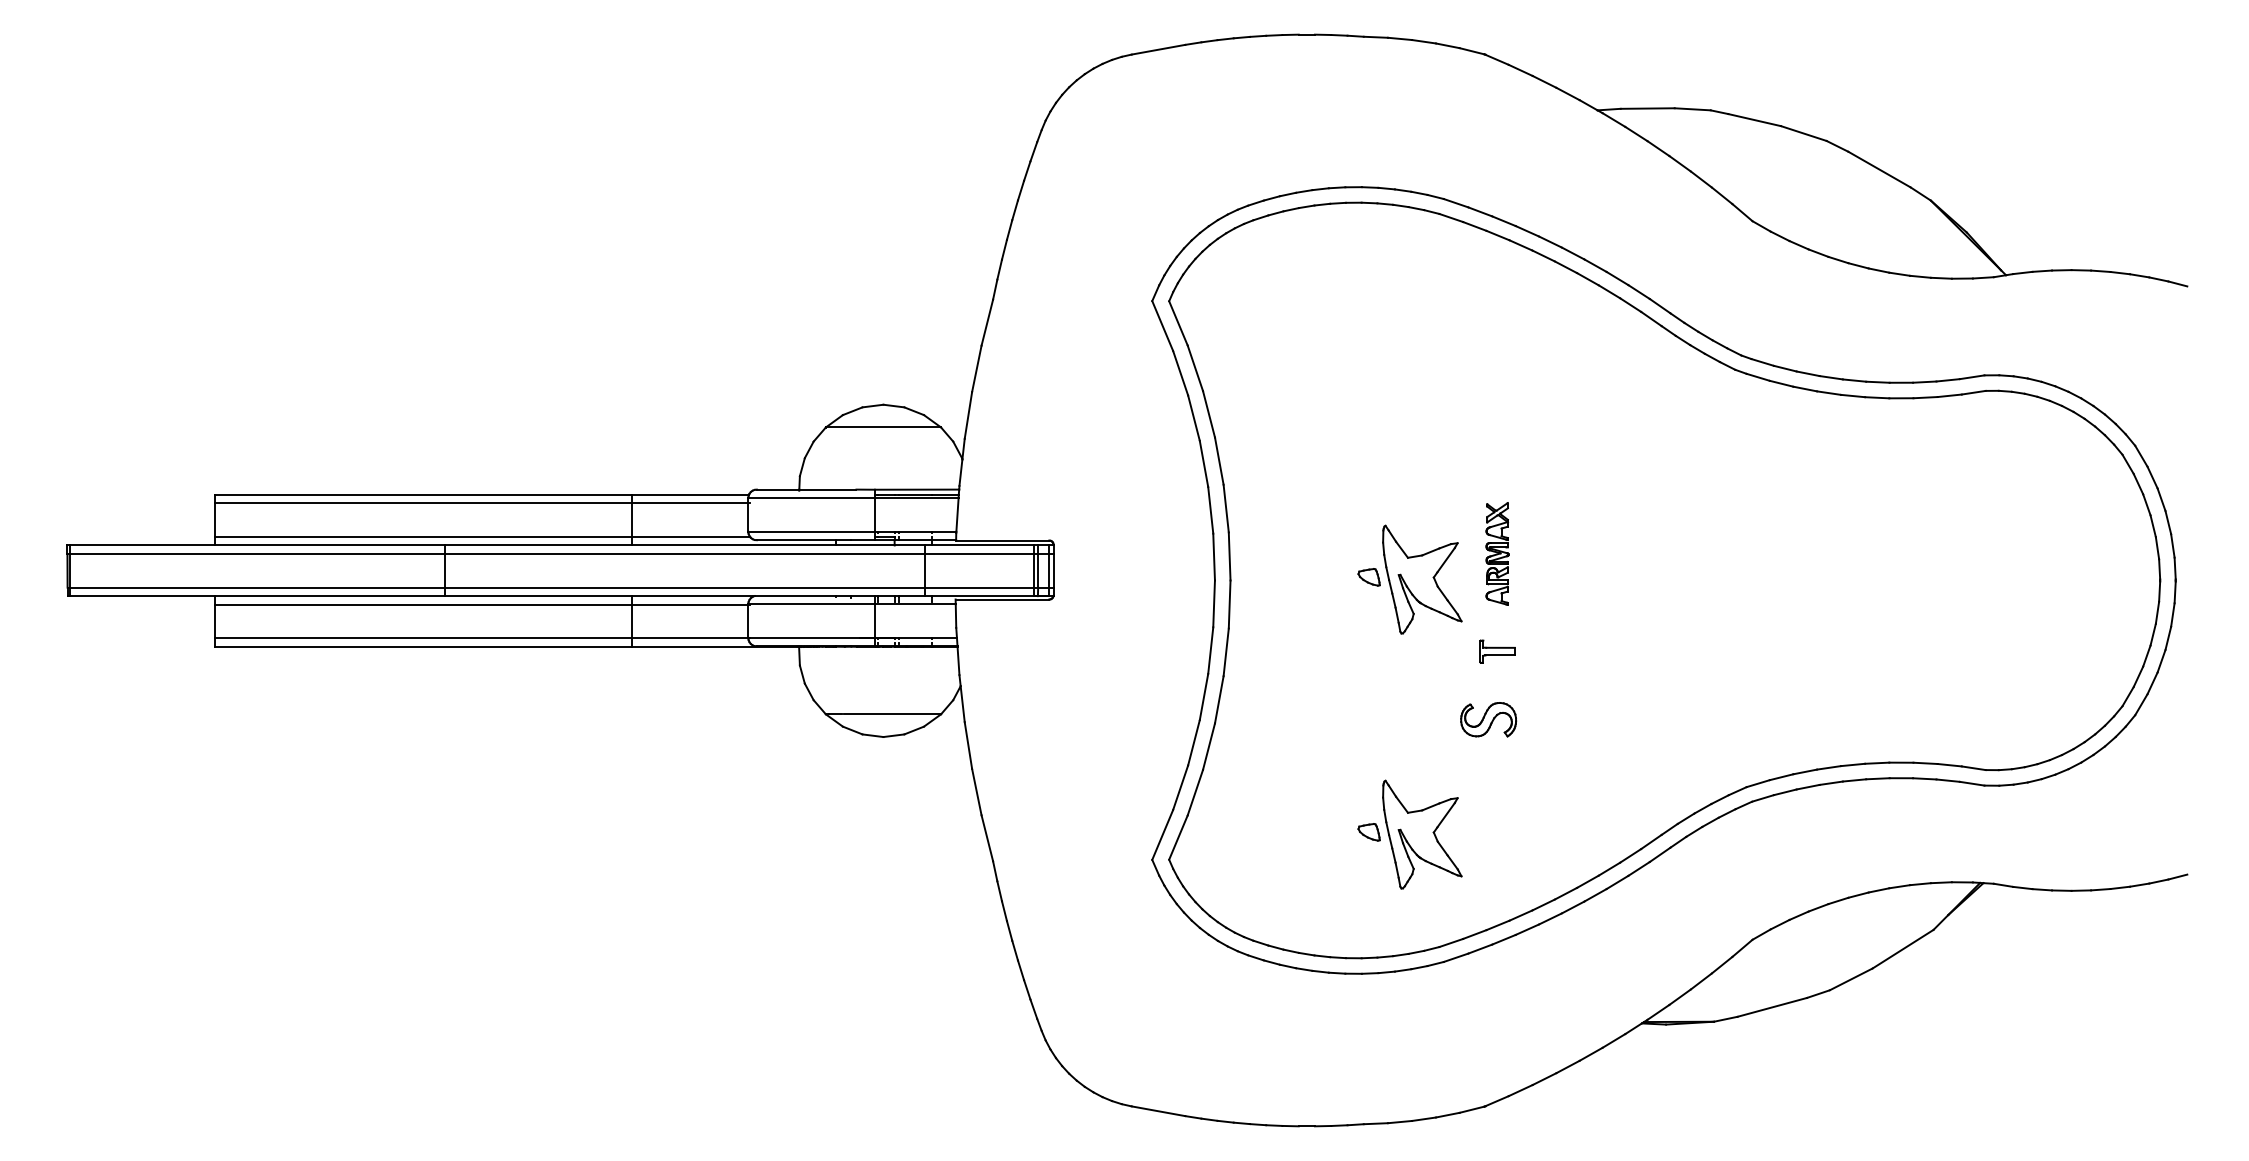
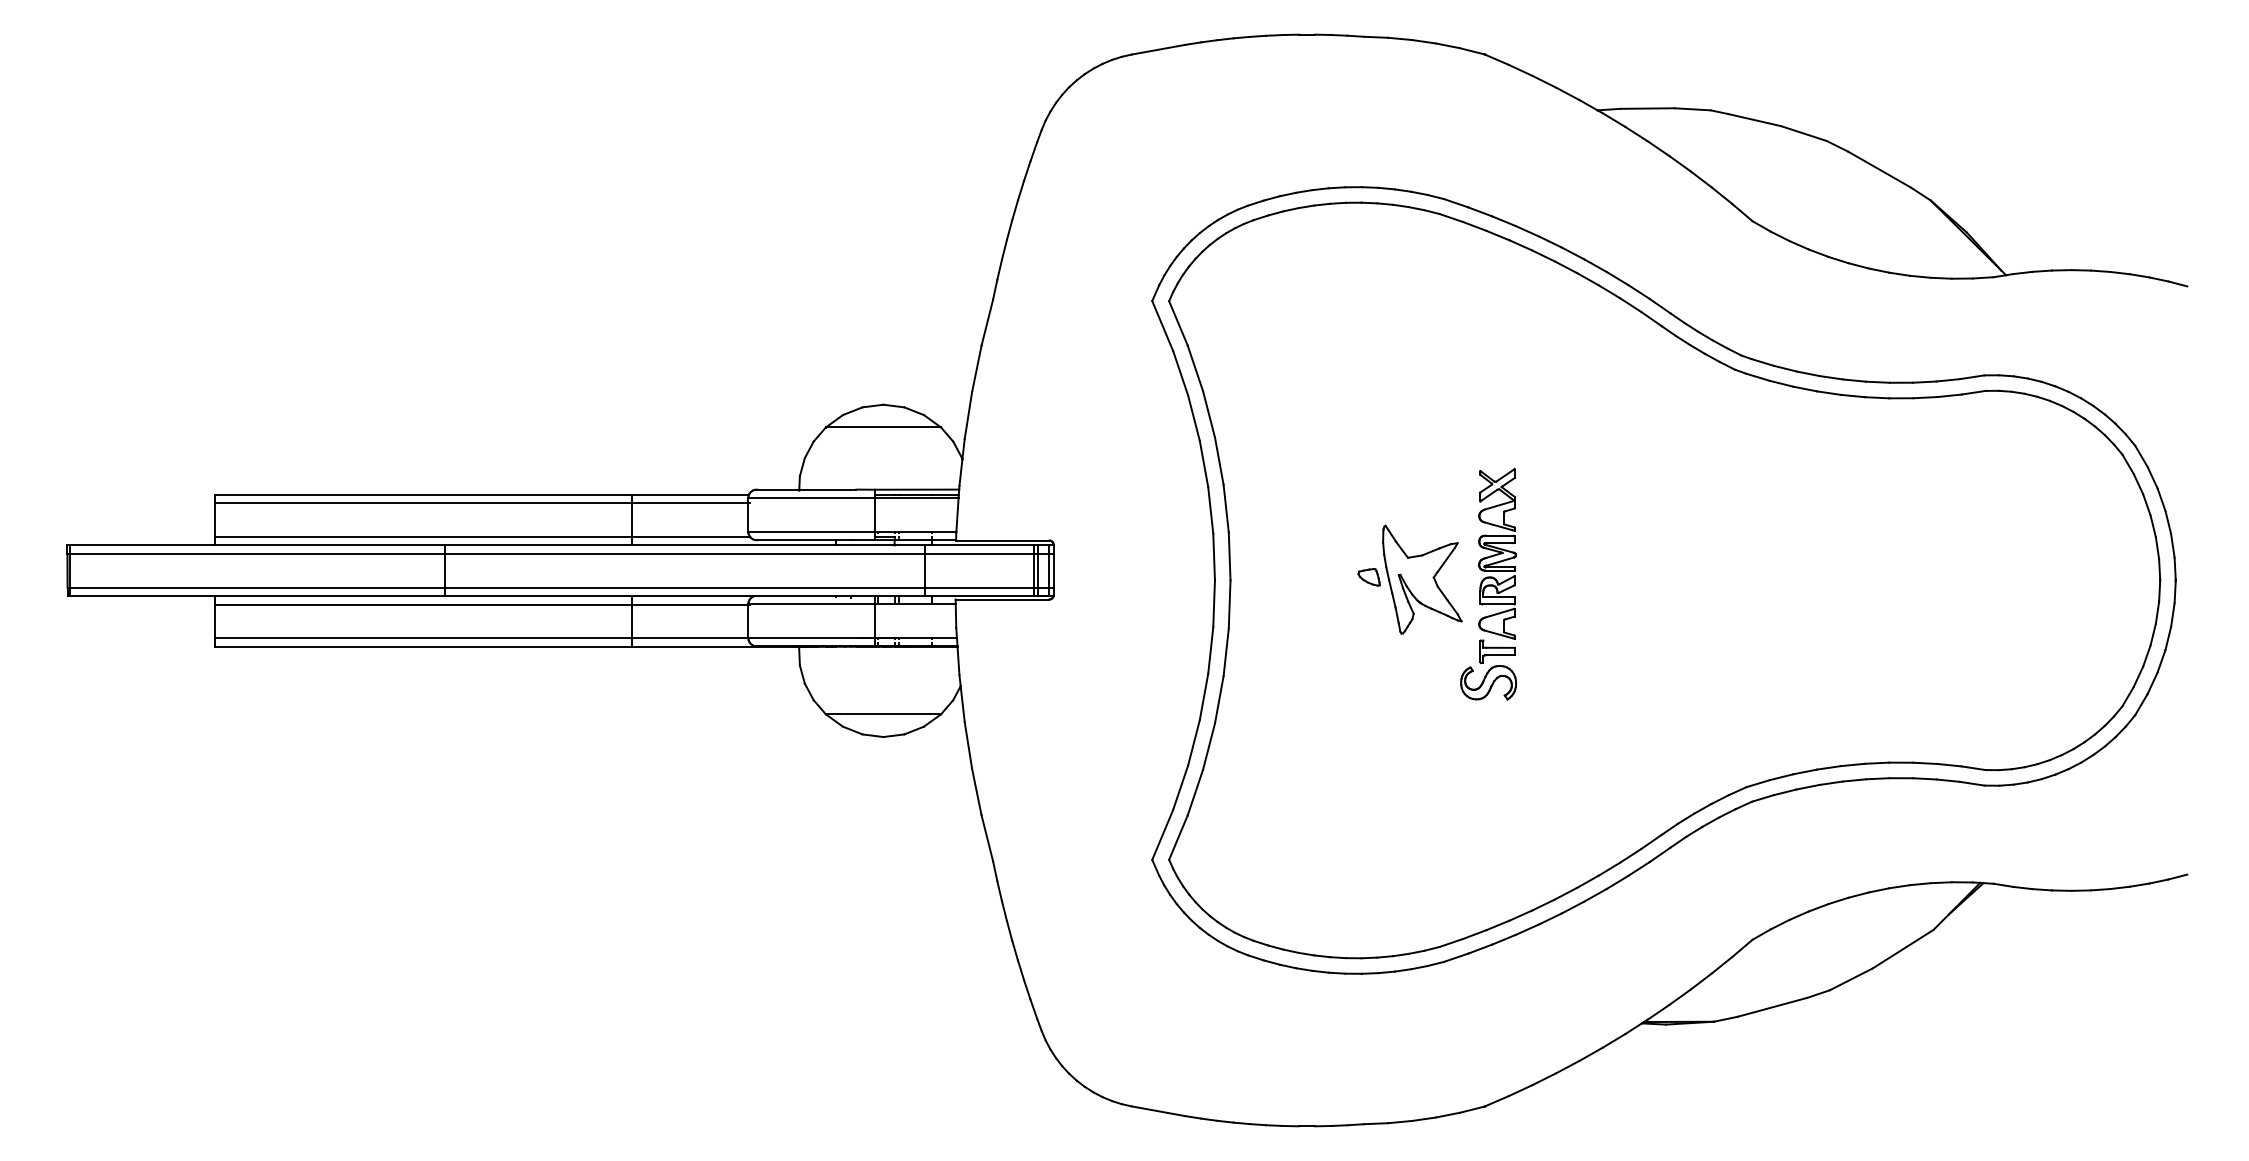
part at (1497, 553) size: 25x104 px -> 39x172 px
part at (1488, 719) position: (1488, 719) -> (1488, 682)
part at (1409, 834): present -> none
